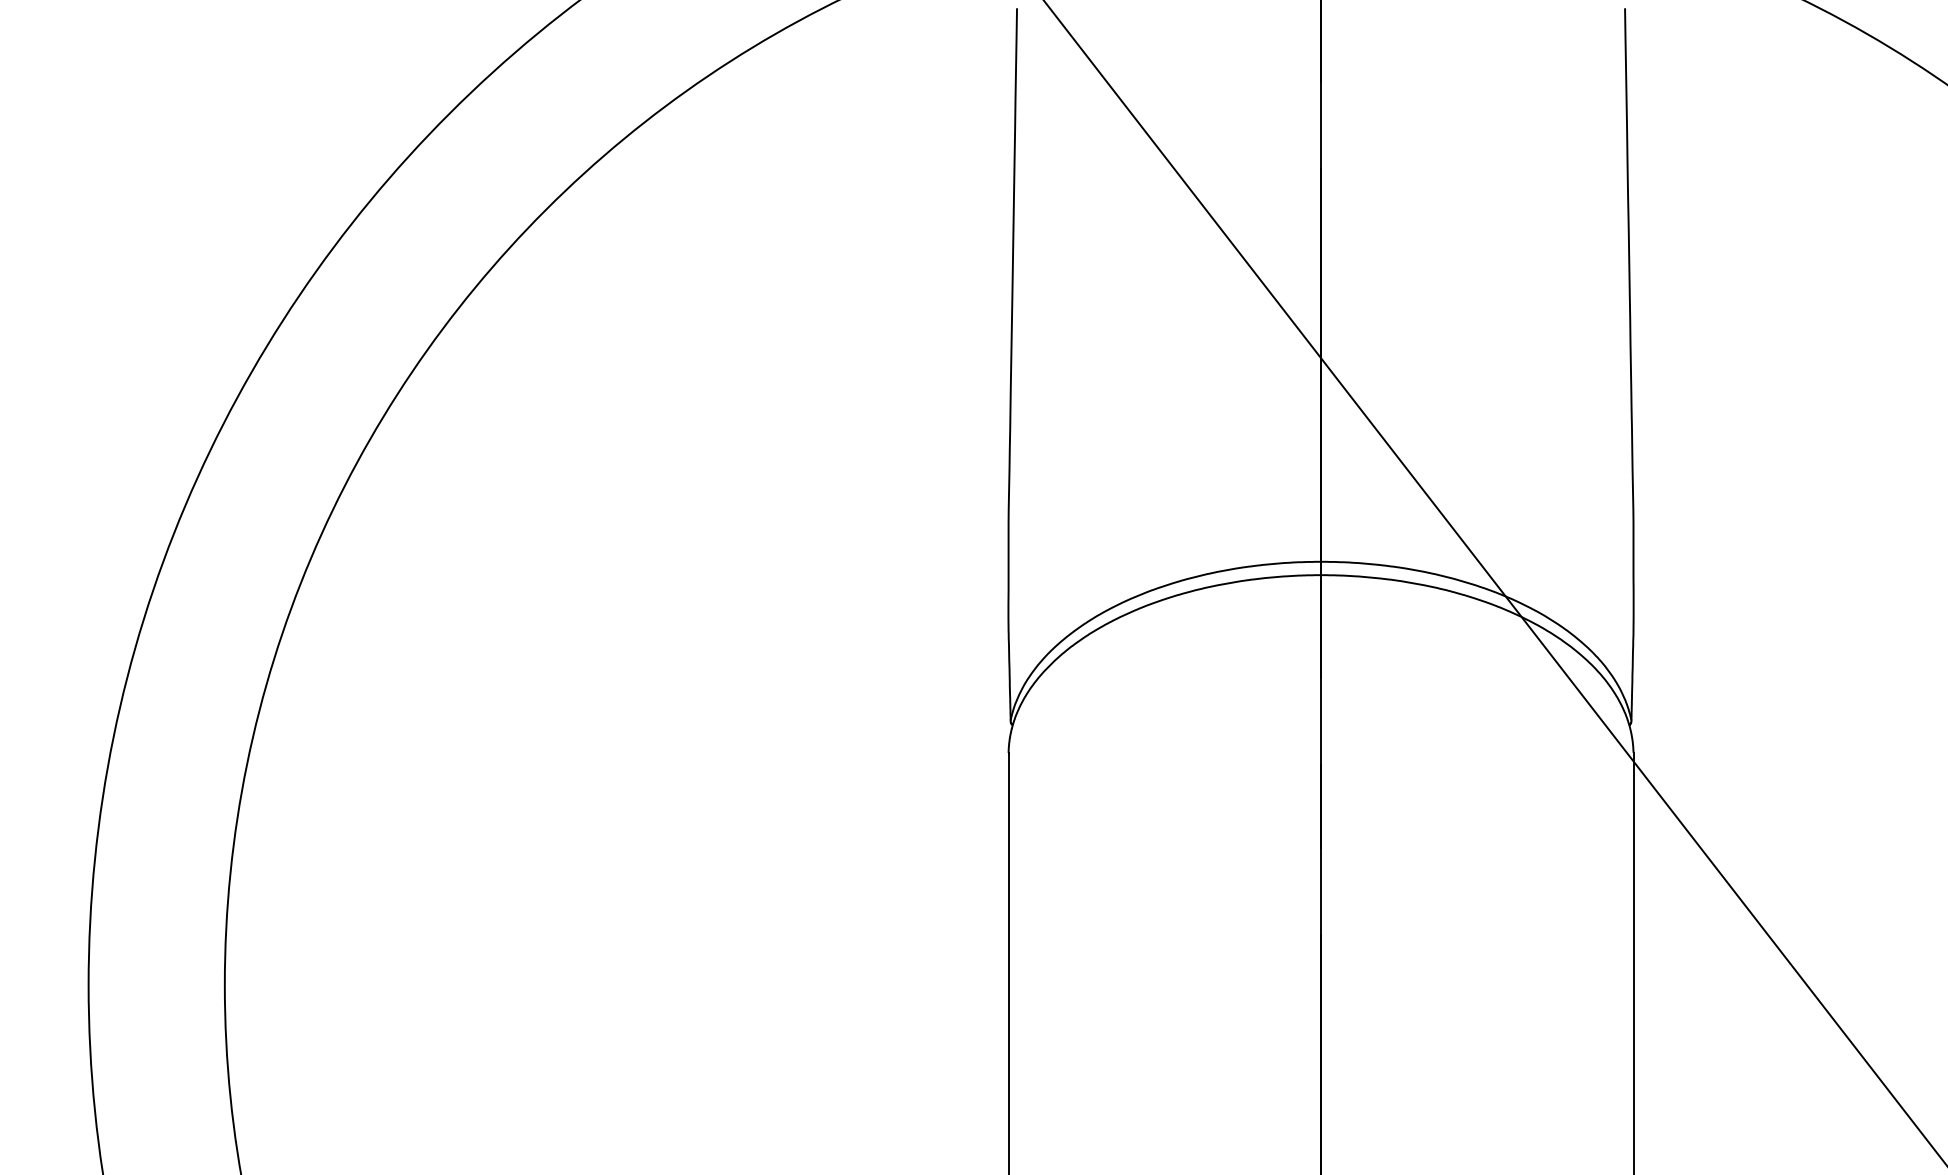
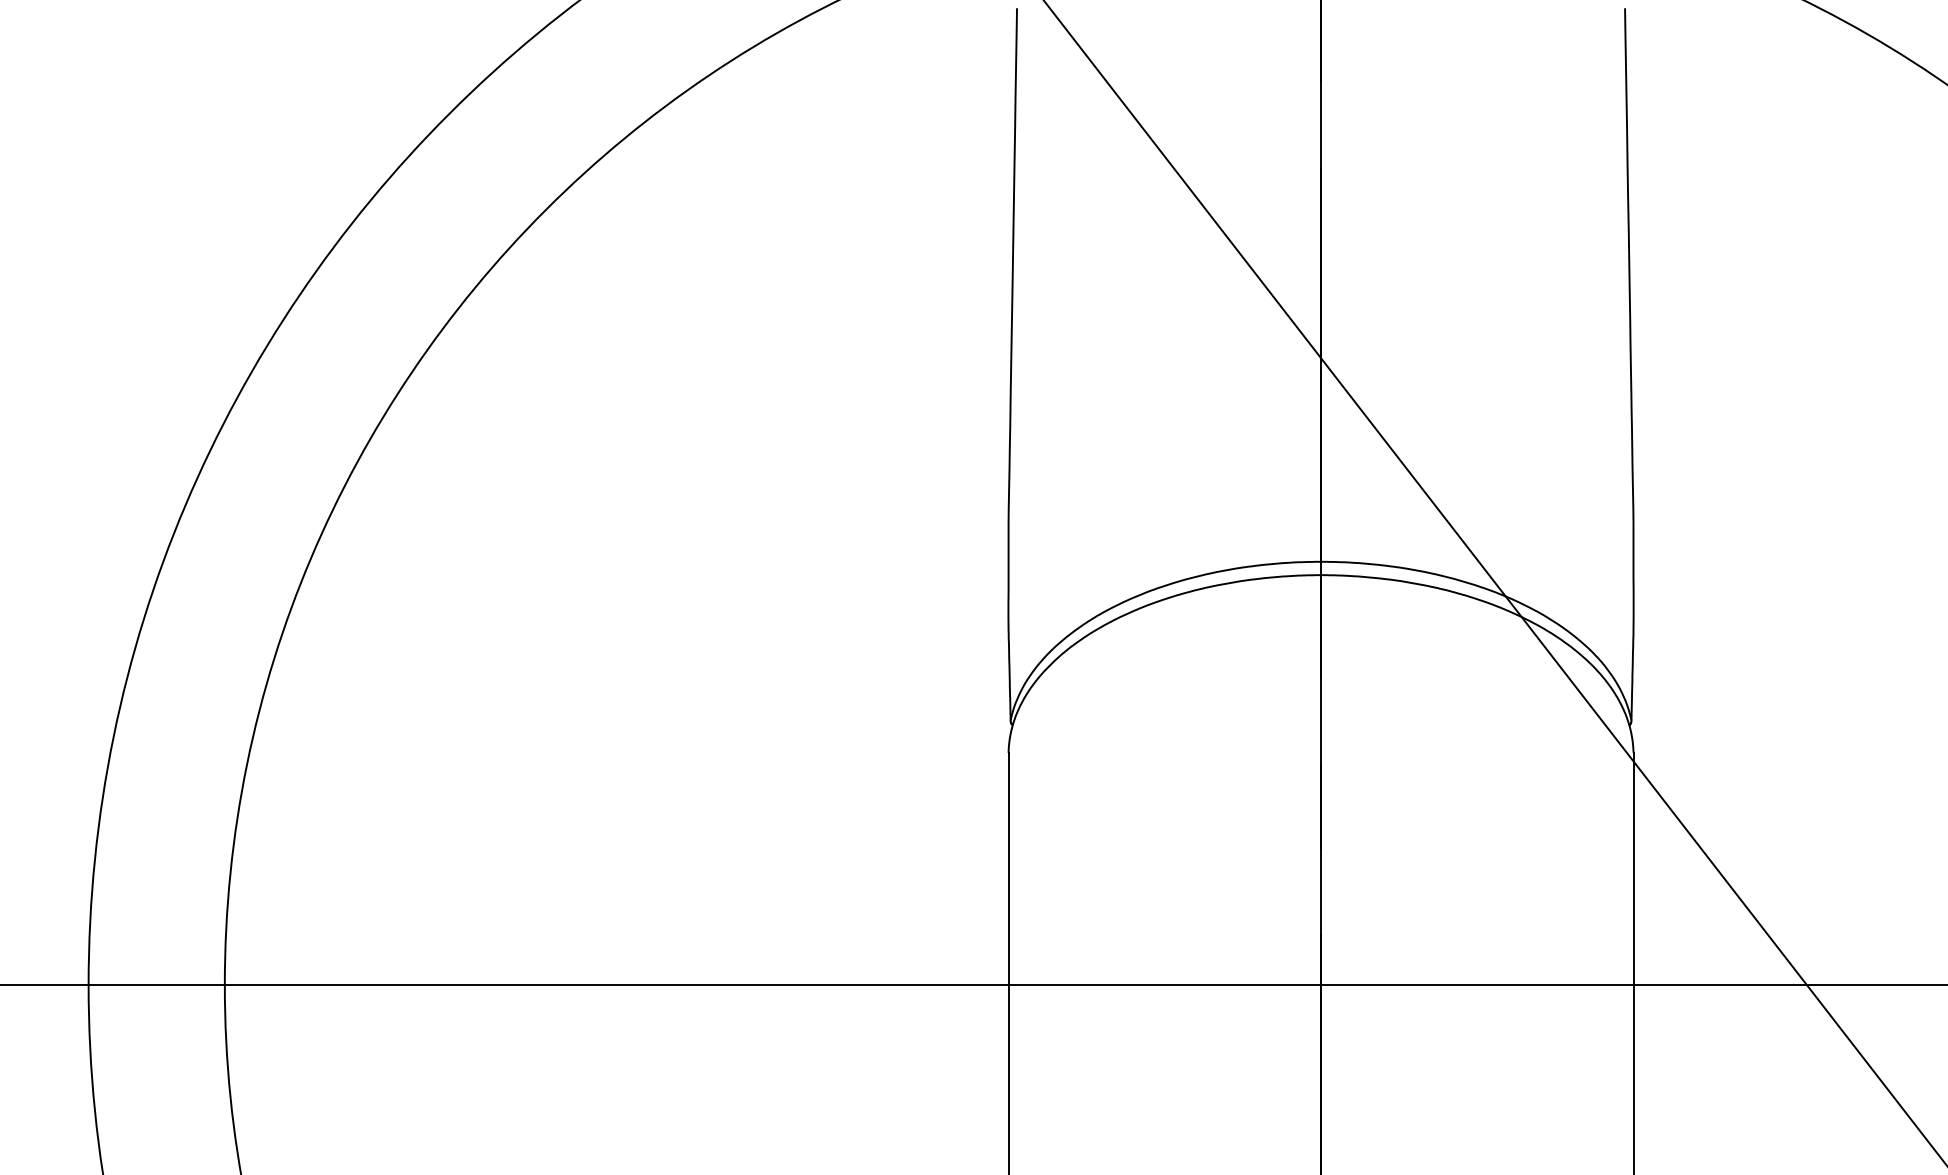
line at (973, 985): none -> present
